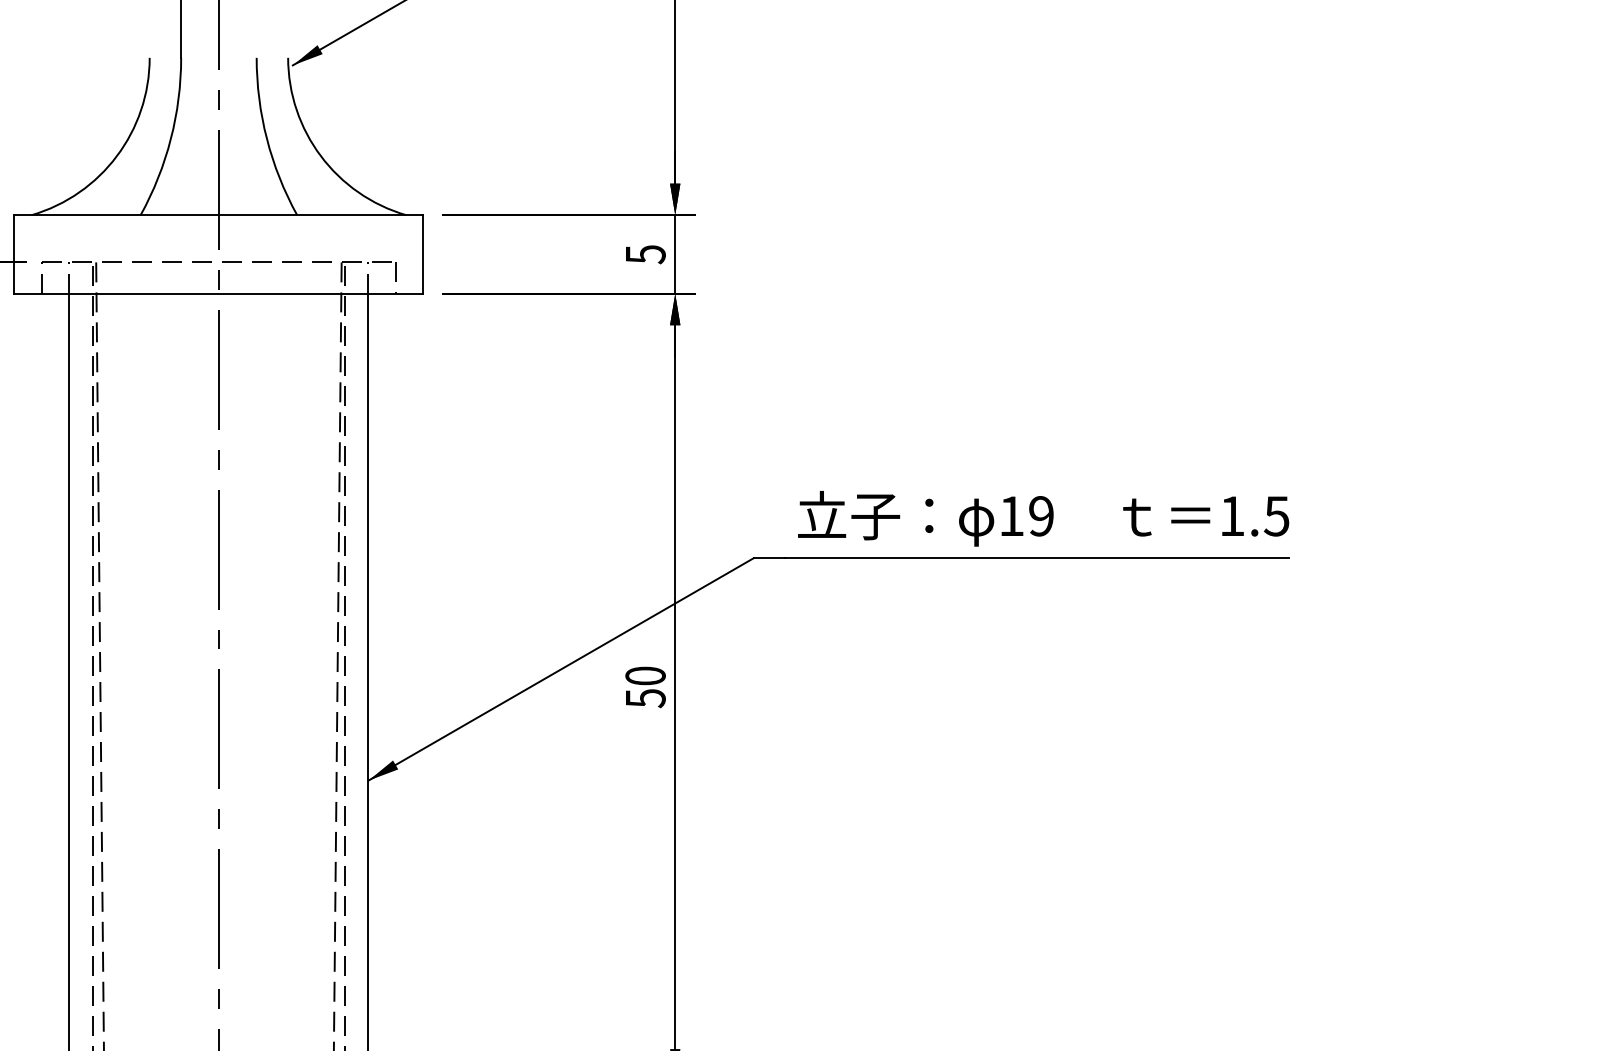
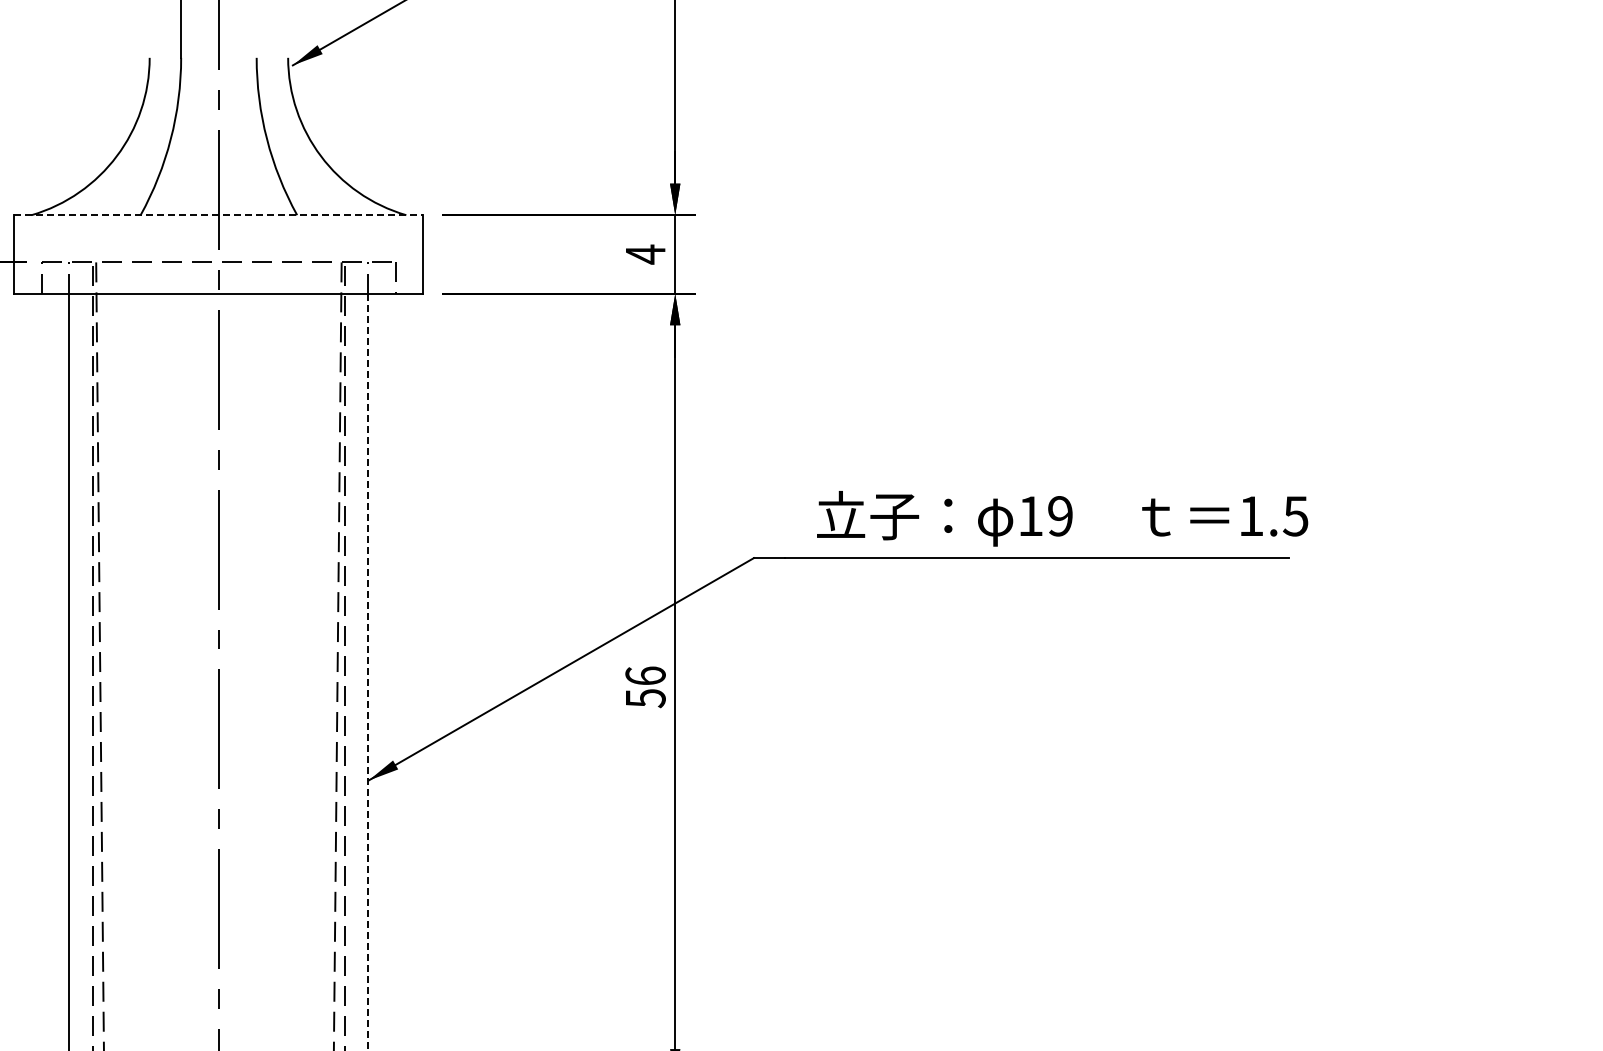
line at (218, 215): solid -> dashed
text at (645, 254): 5 -> 4
text at (1043, 518) position: (1043, 518) -> (1062, 518)
line at (368, 672): solid -> dashed
text at (645, 675): 50 -> 56
